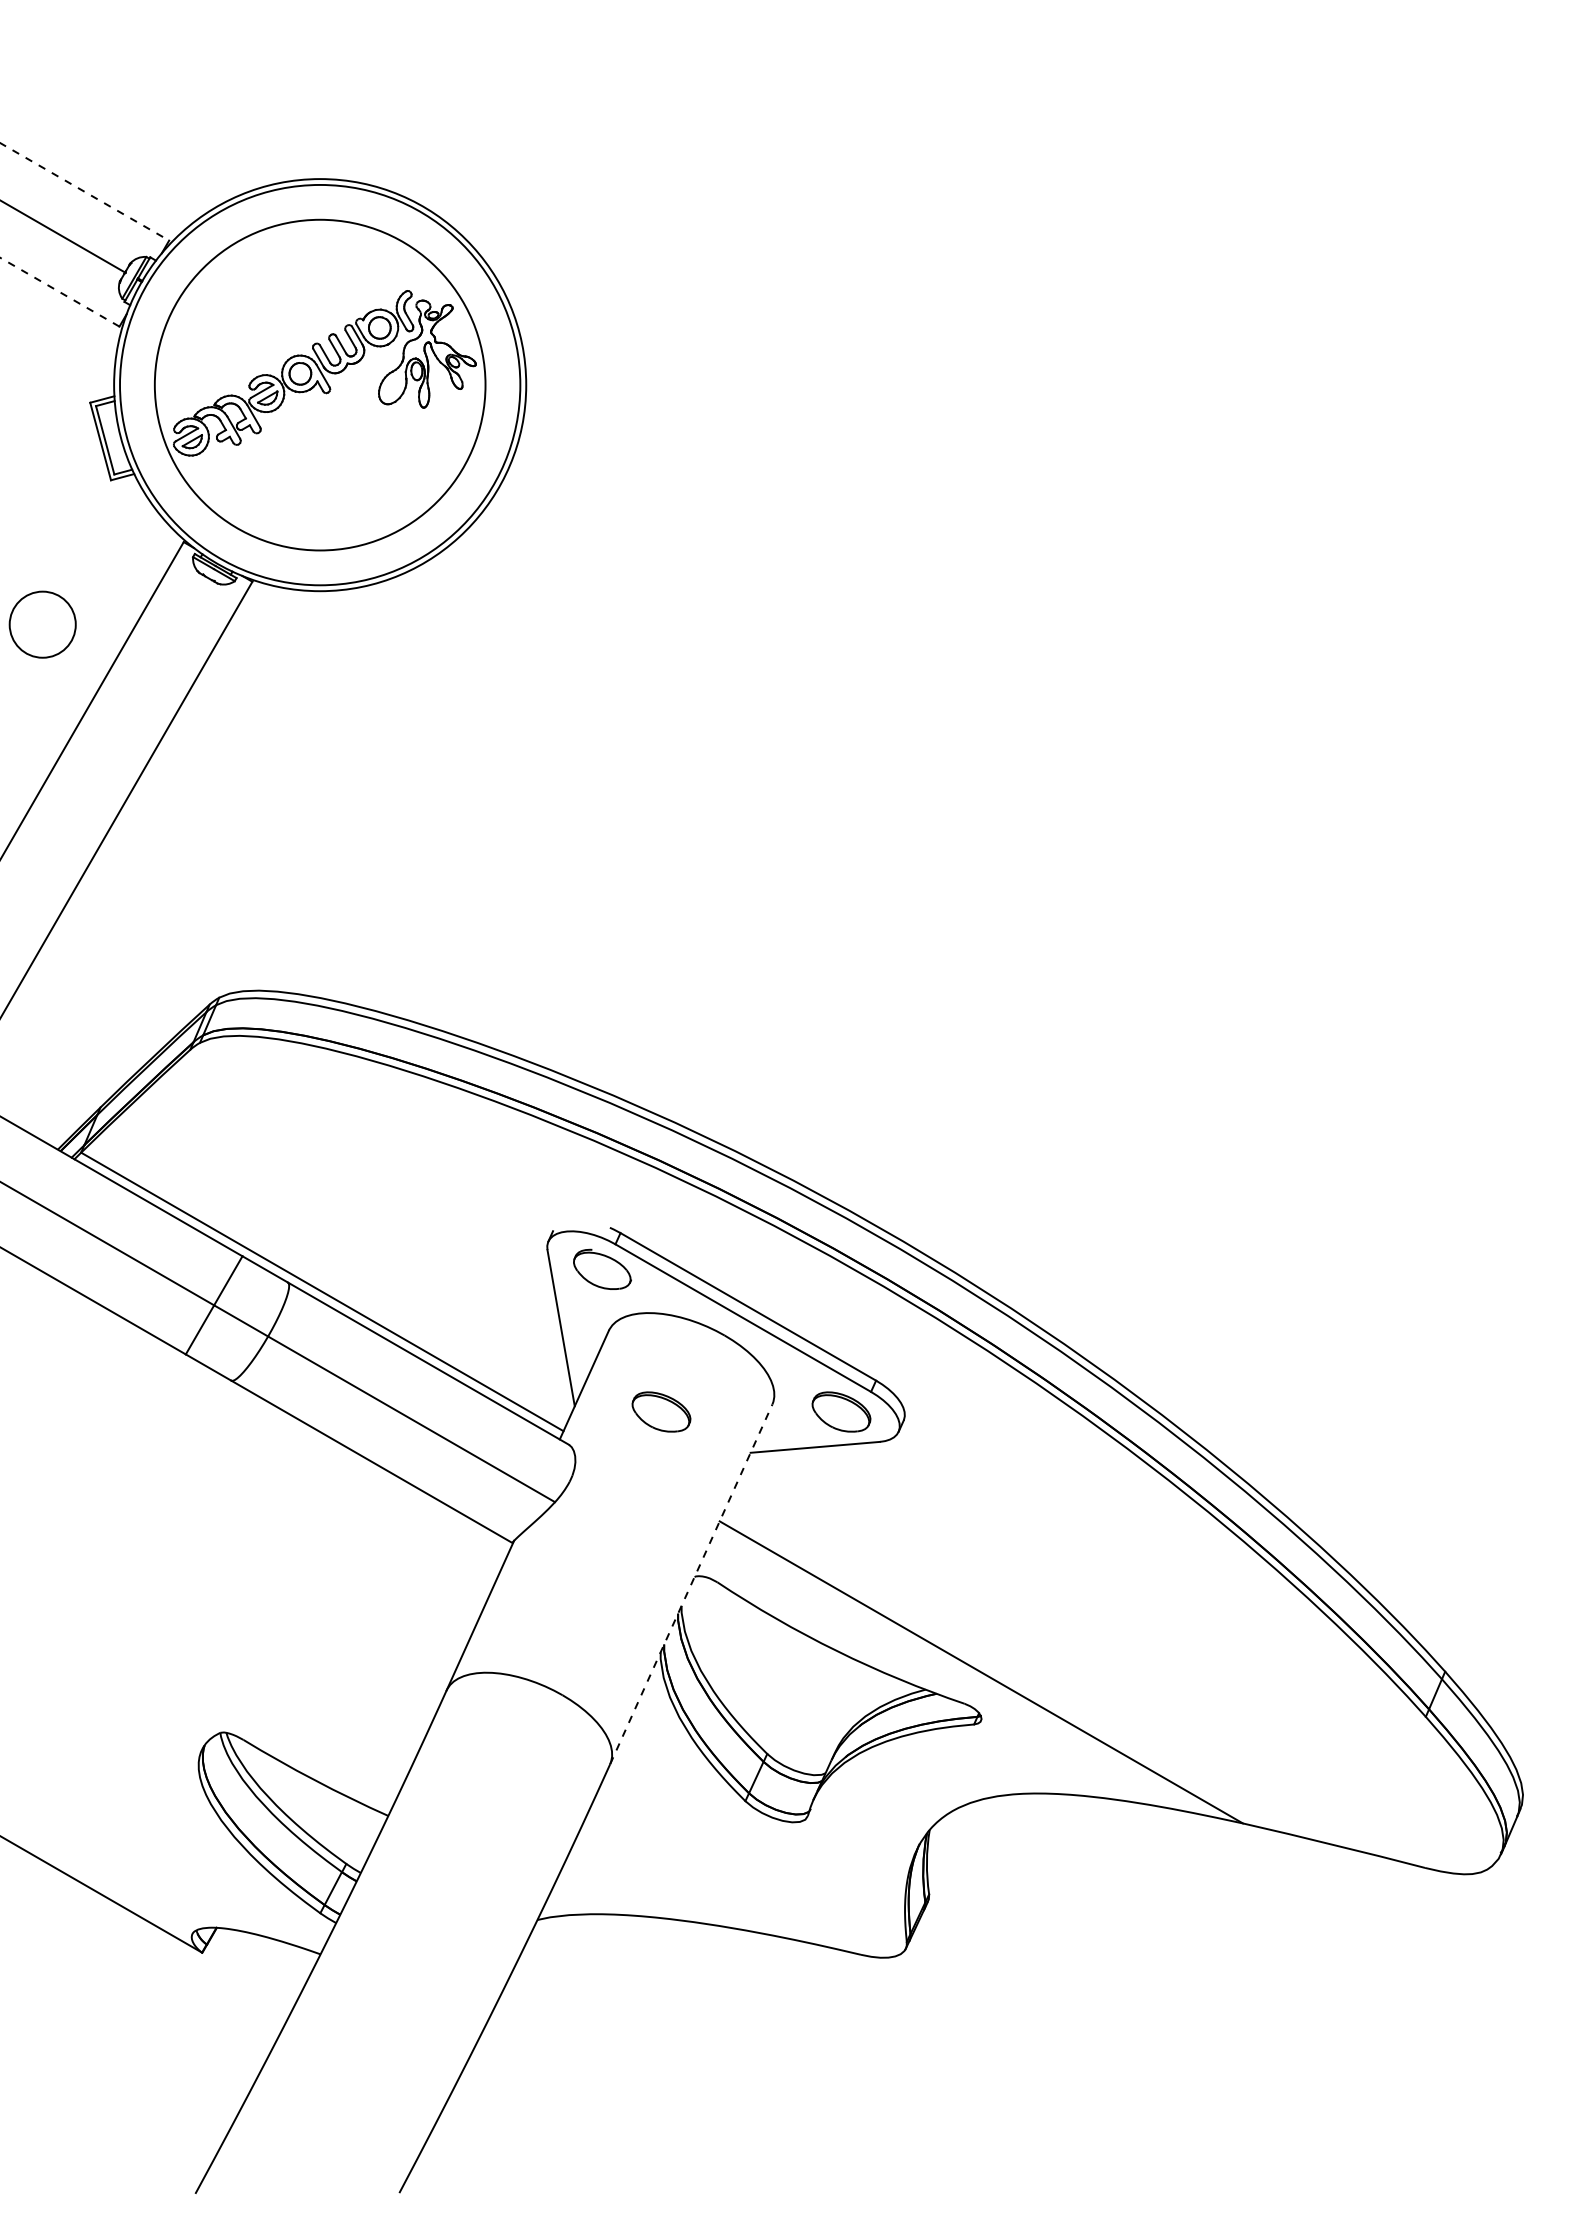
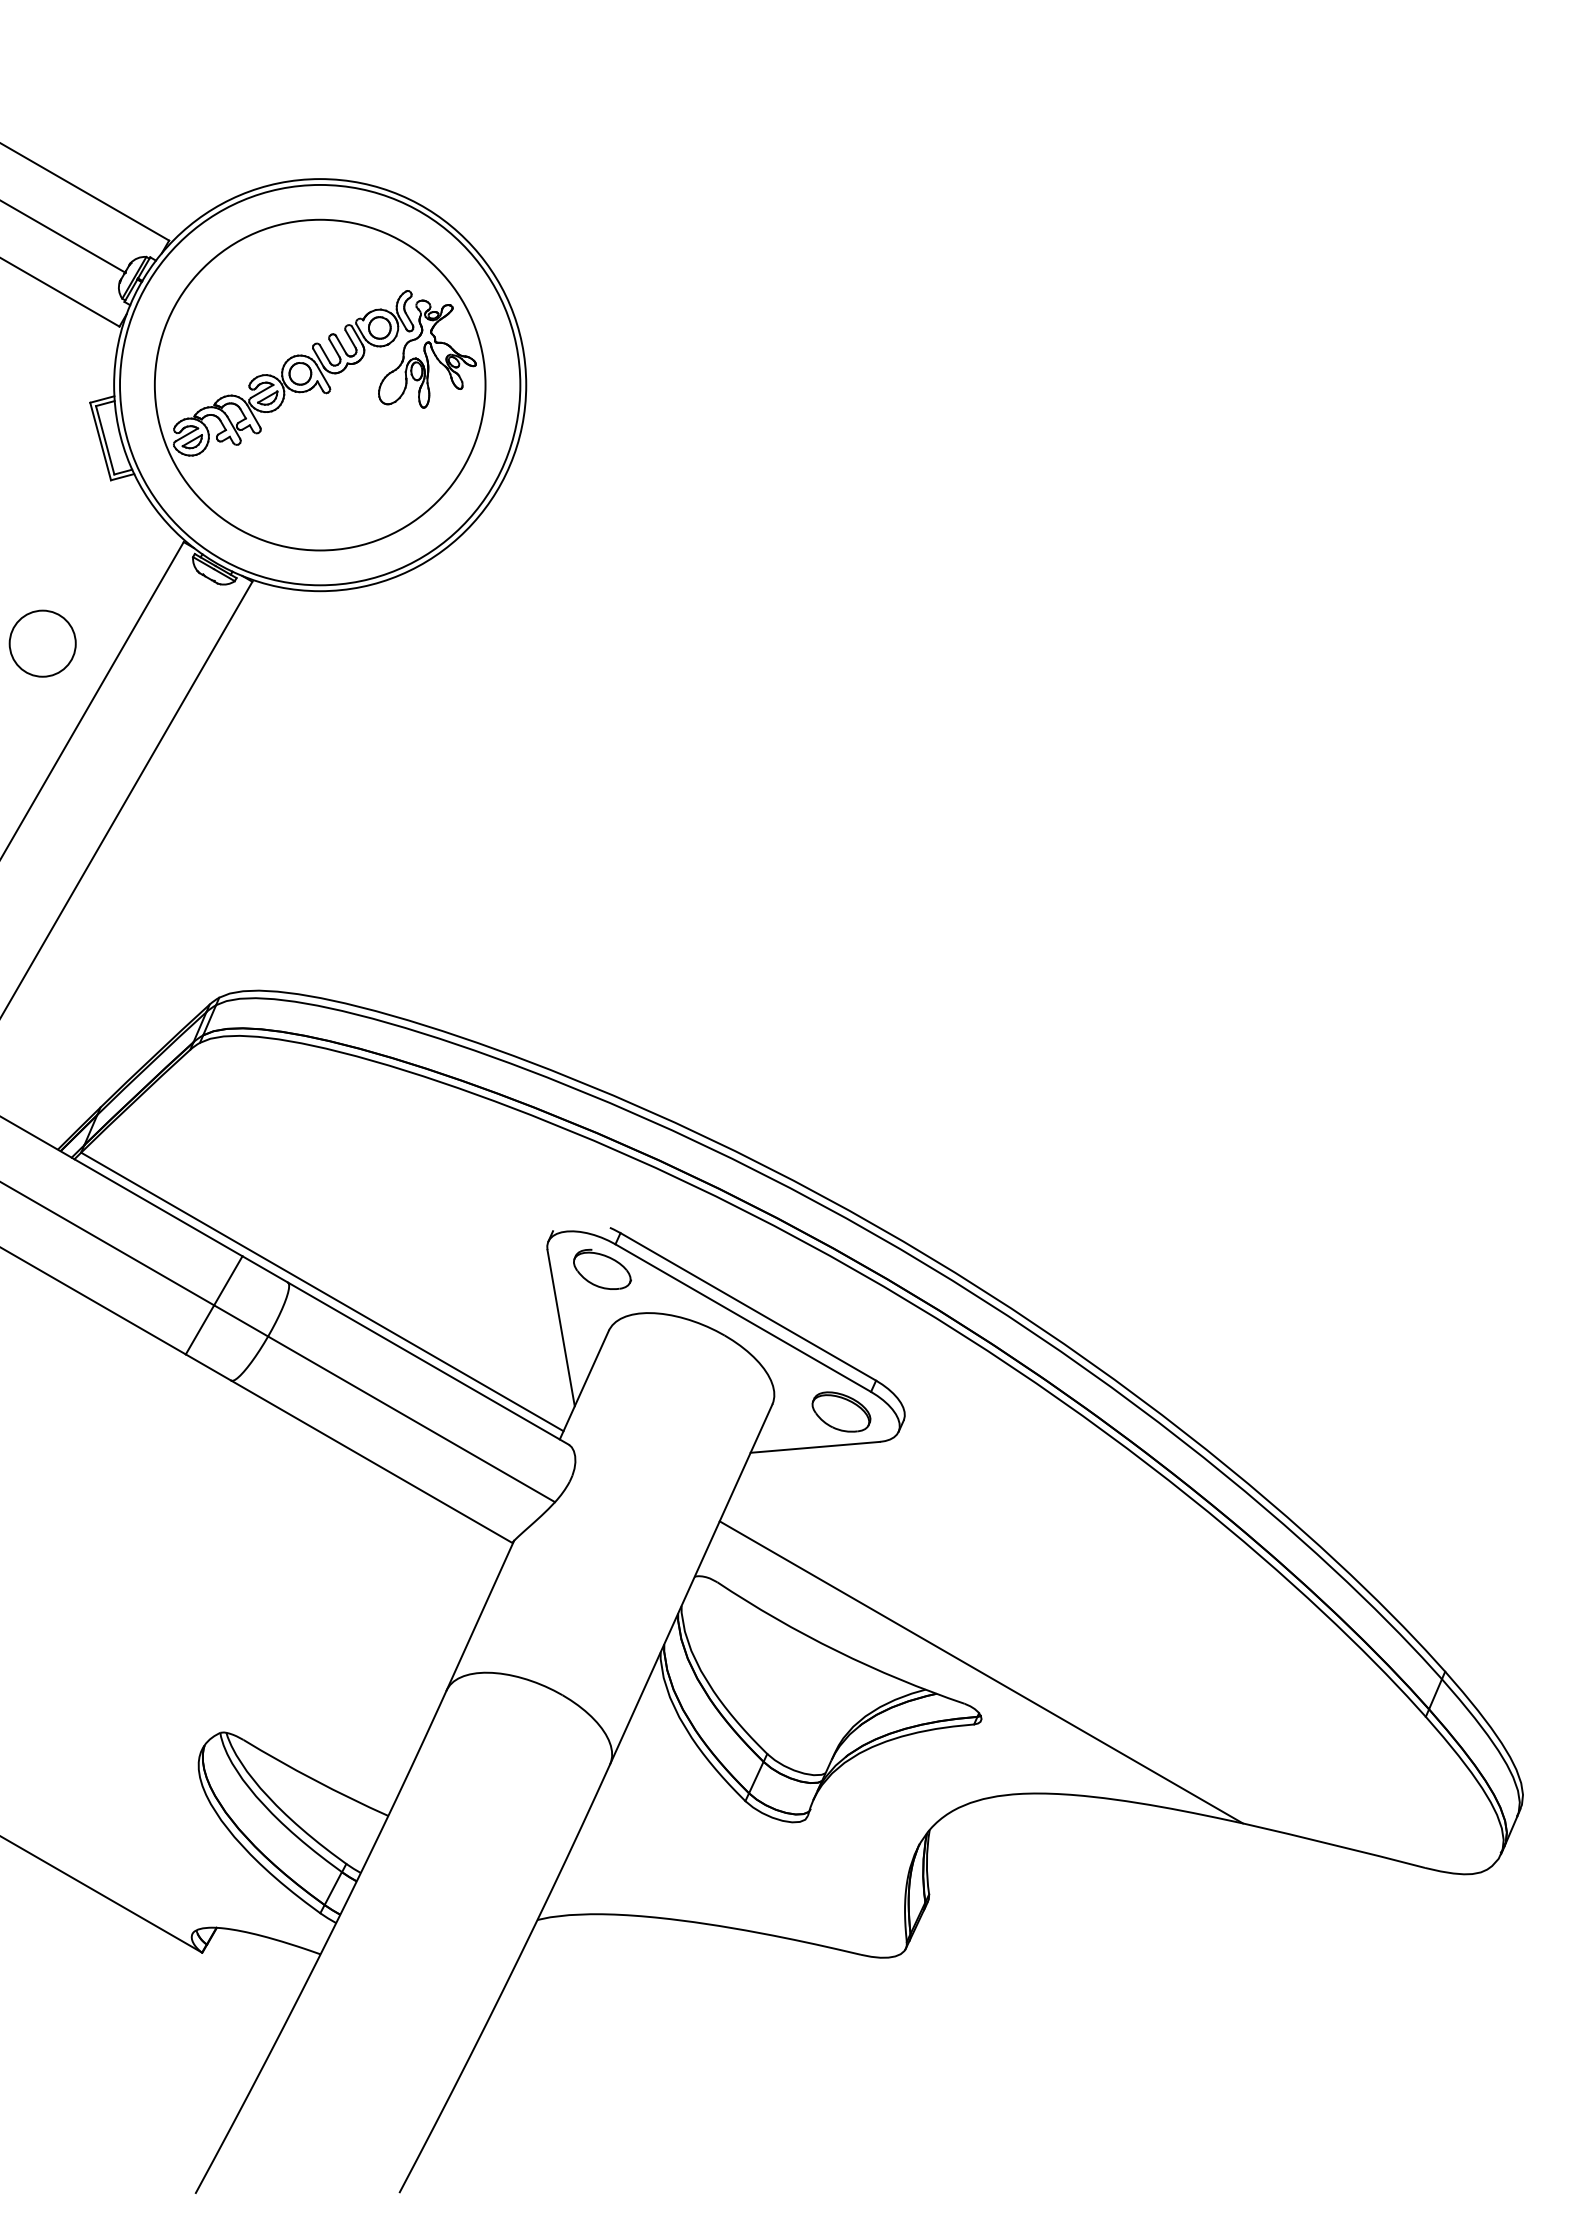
line at (85, 192): dashed -> solid
line at (59, 292): dashed -> solid
circle at (42, 624) position: (42, 624) -> (42, 643)
part at (661, 1411): present -> none
line at (691, 1583): dashed -> solid
